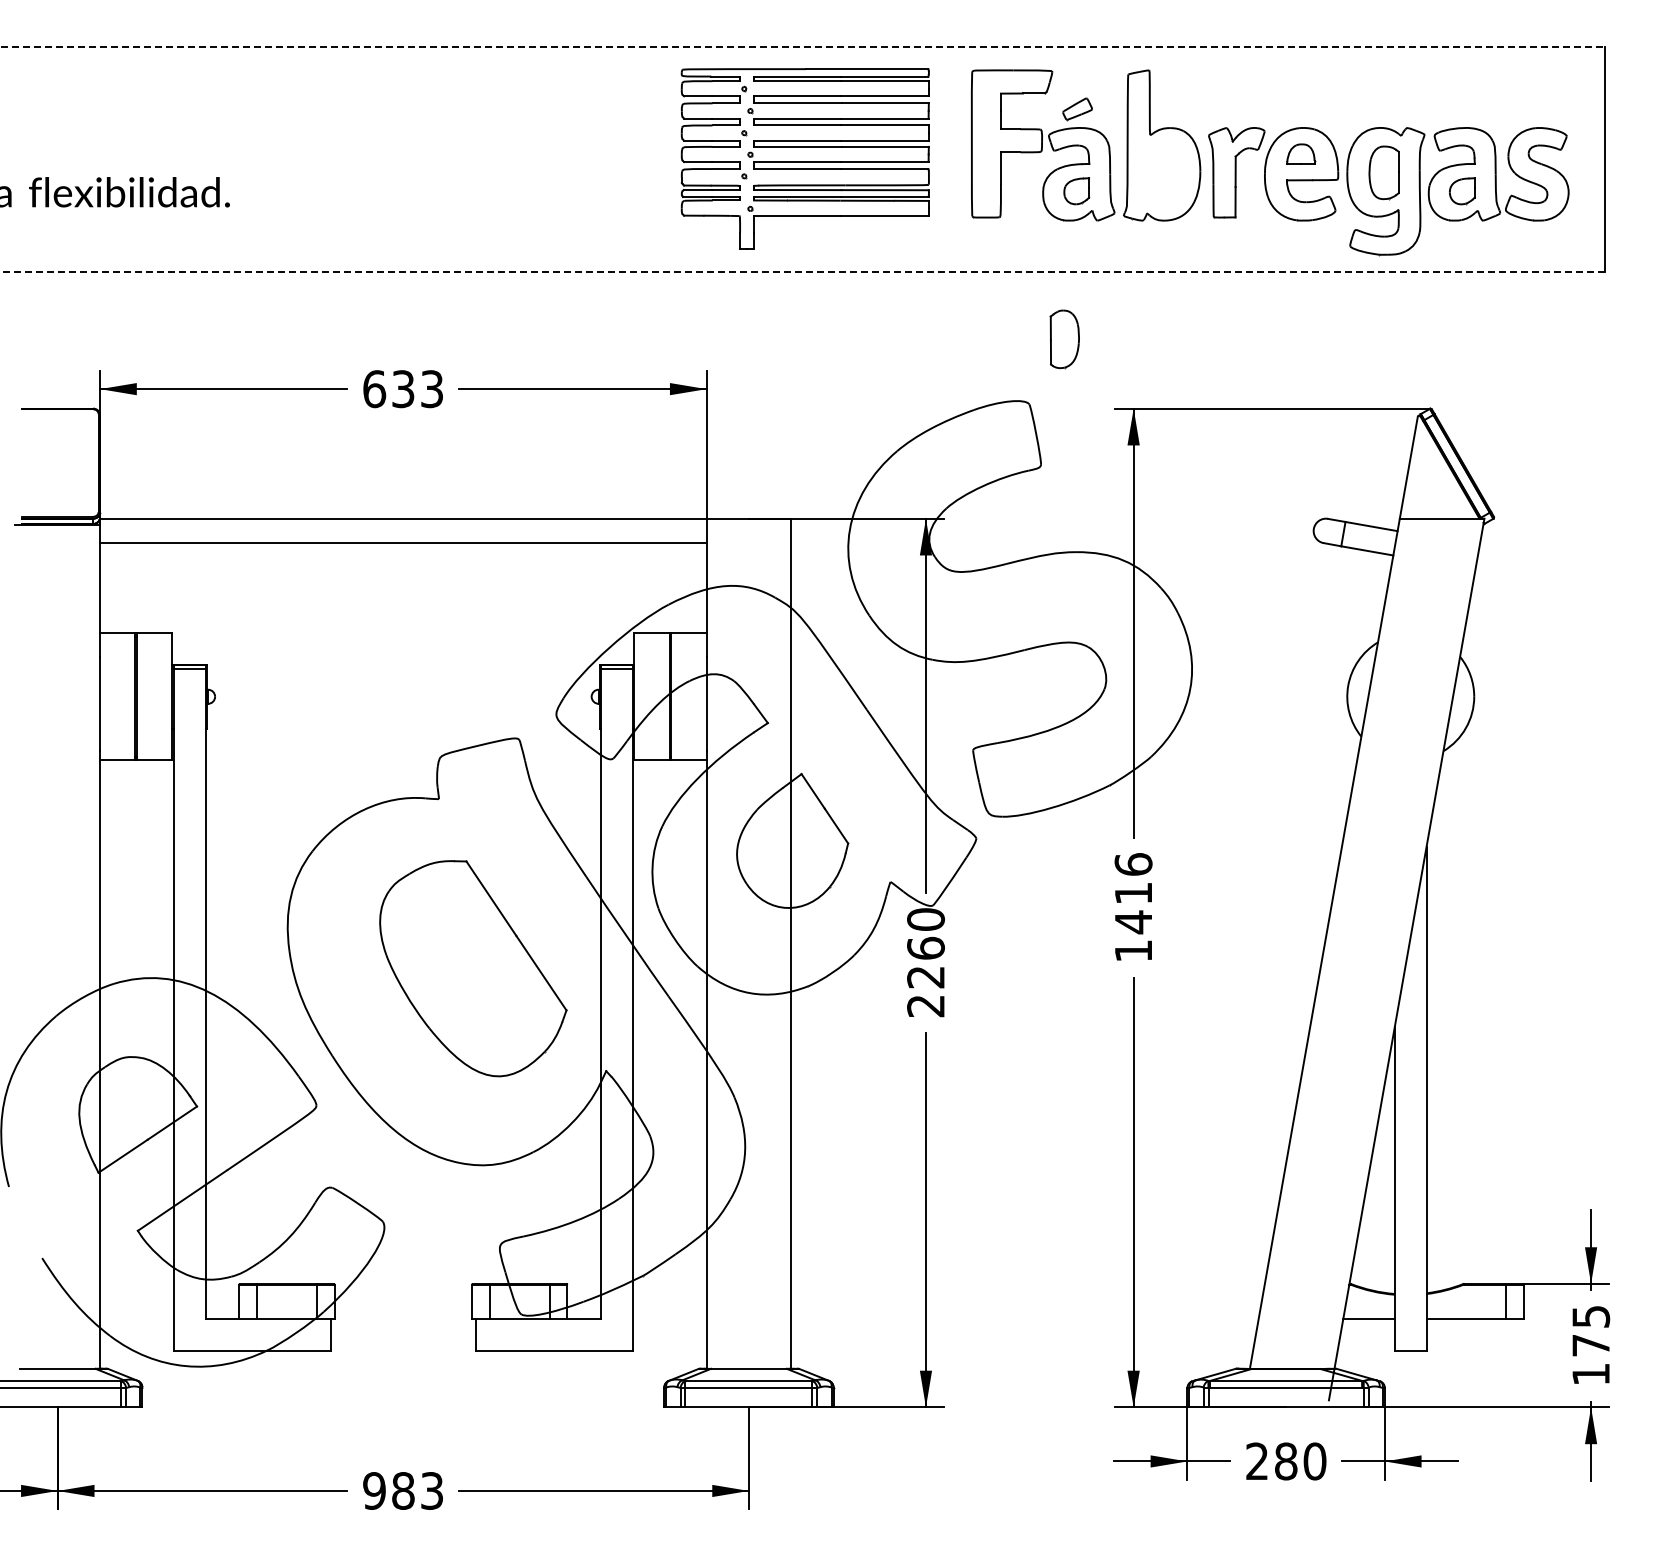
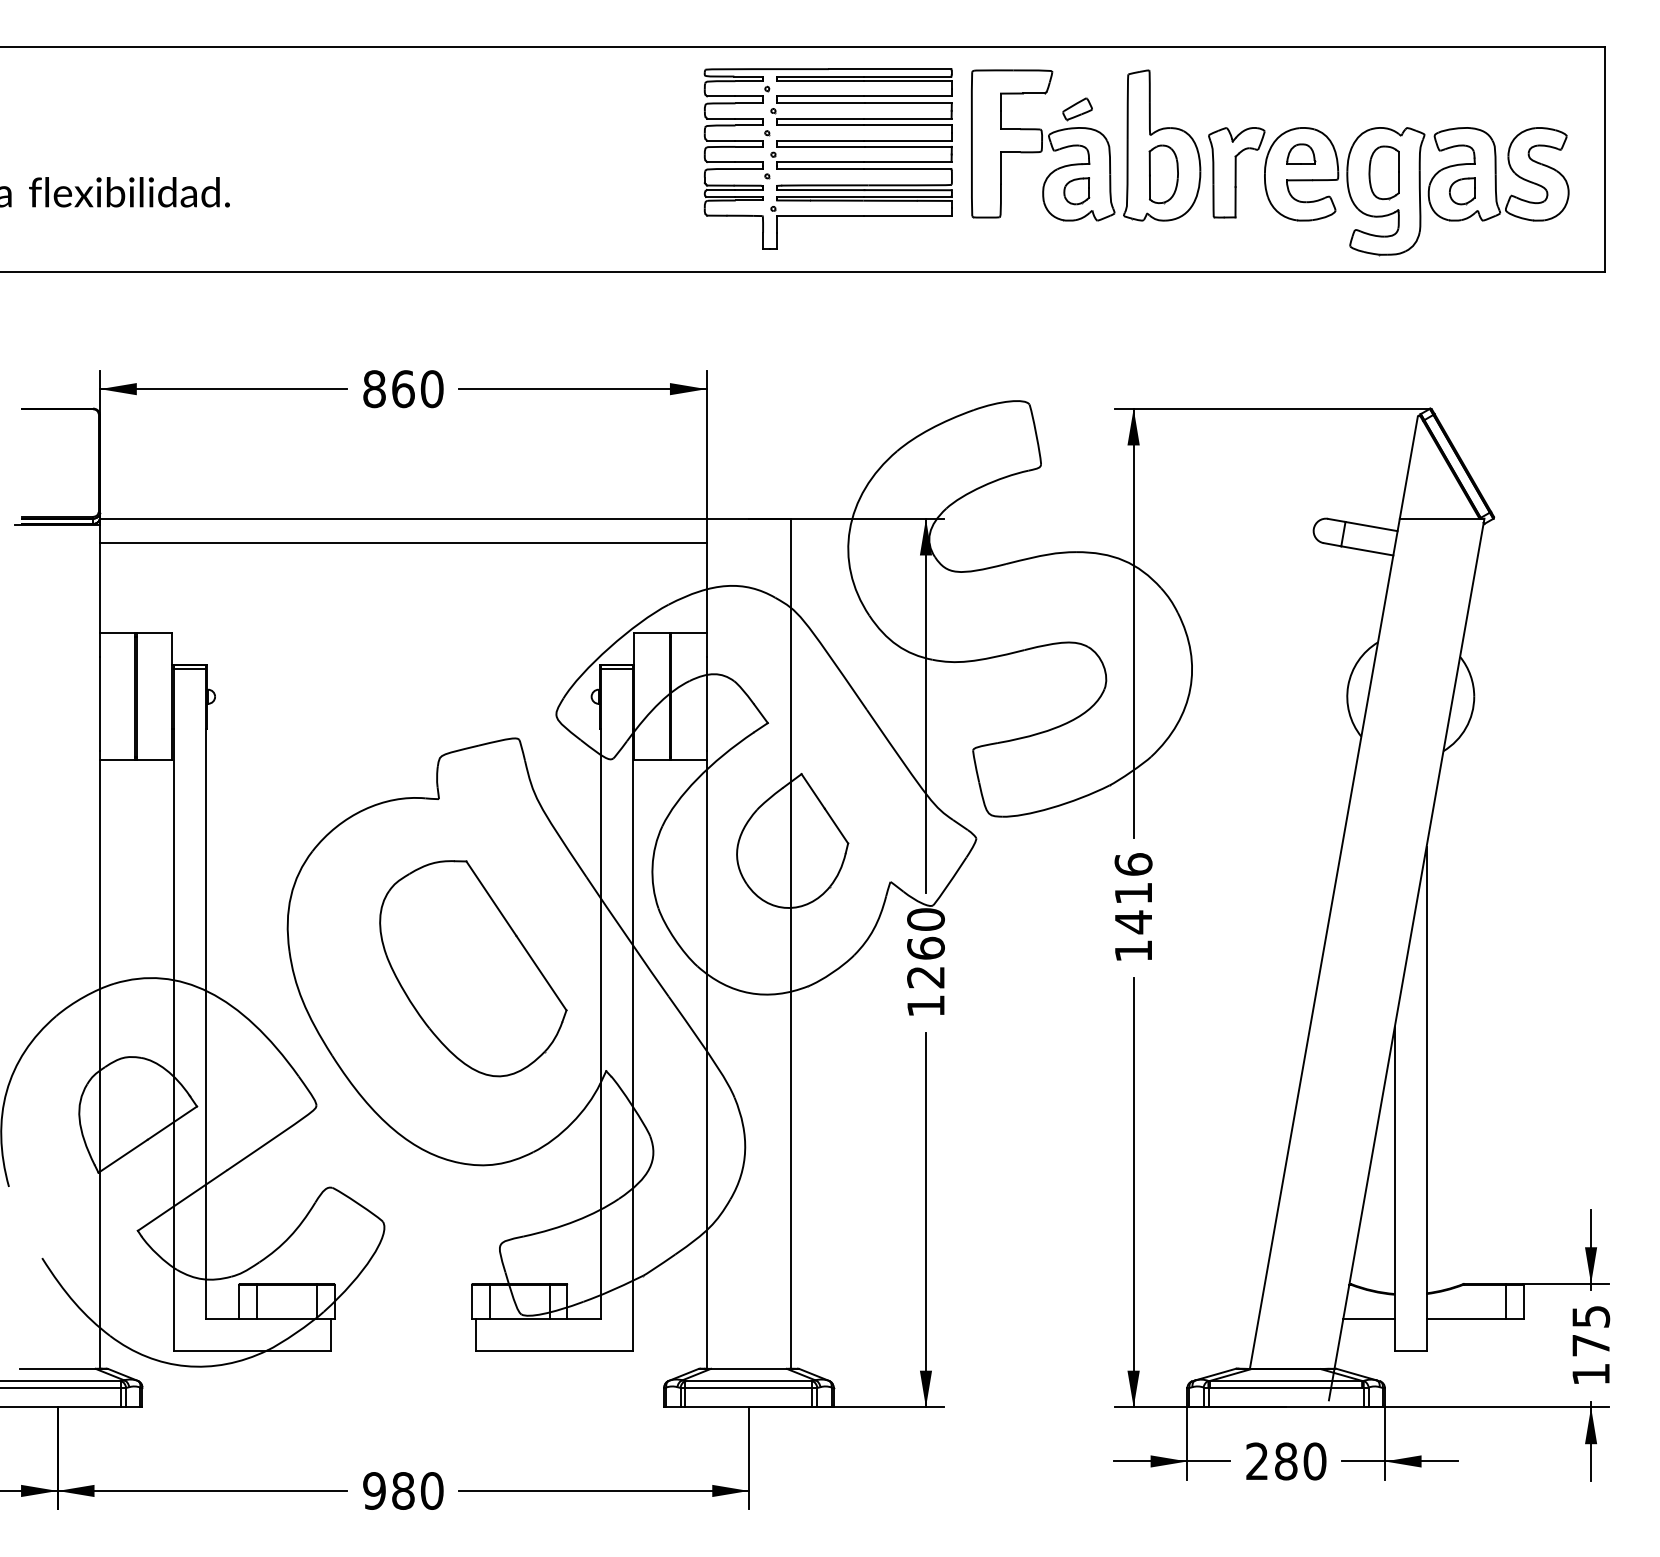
line at (803, 46): dashed -> solid
part at (804, 158) position: (804, 158) -> (827, 158)
line at (802, 271): dashed -> solid
part at (1064, 339) position: (1064, 339) -> (1163, 174)
text at (403, 389): 633 -> 860
text at (925, 1006): 2260 -> 1260
text at (431, 1490): 983 -> 980
